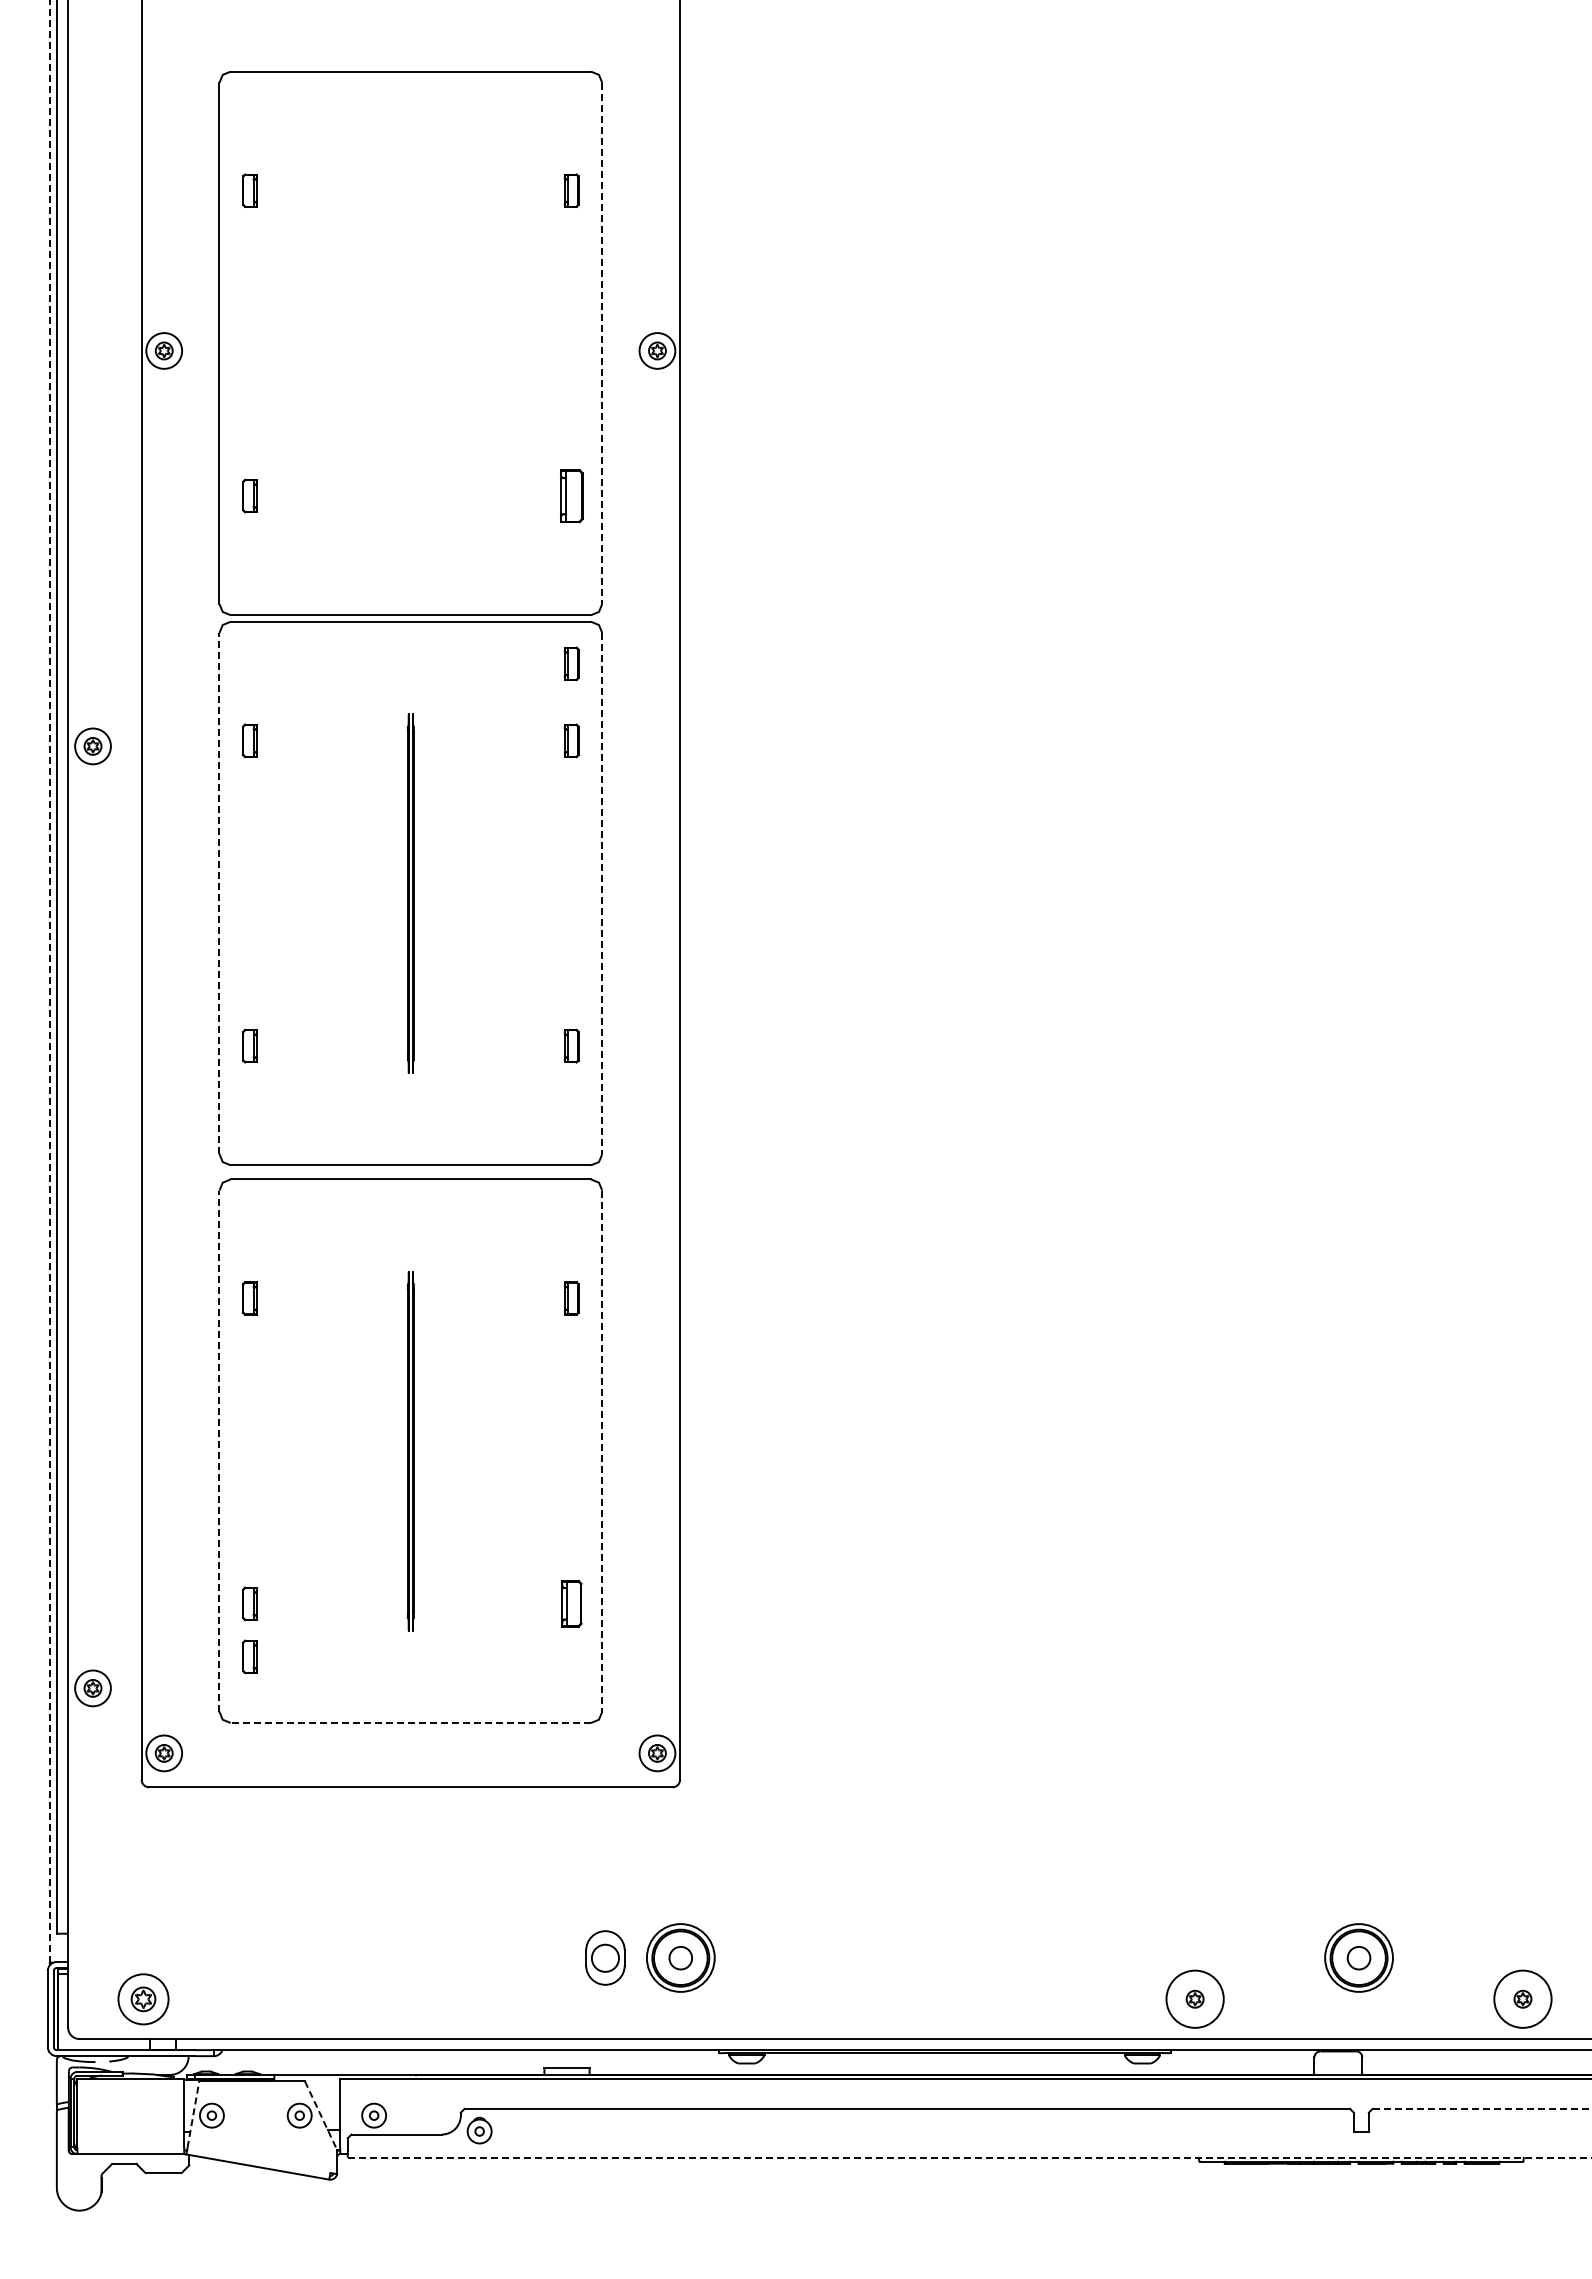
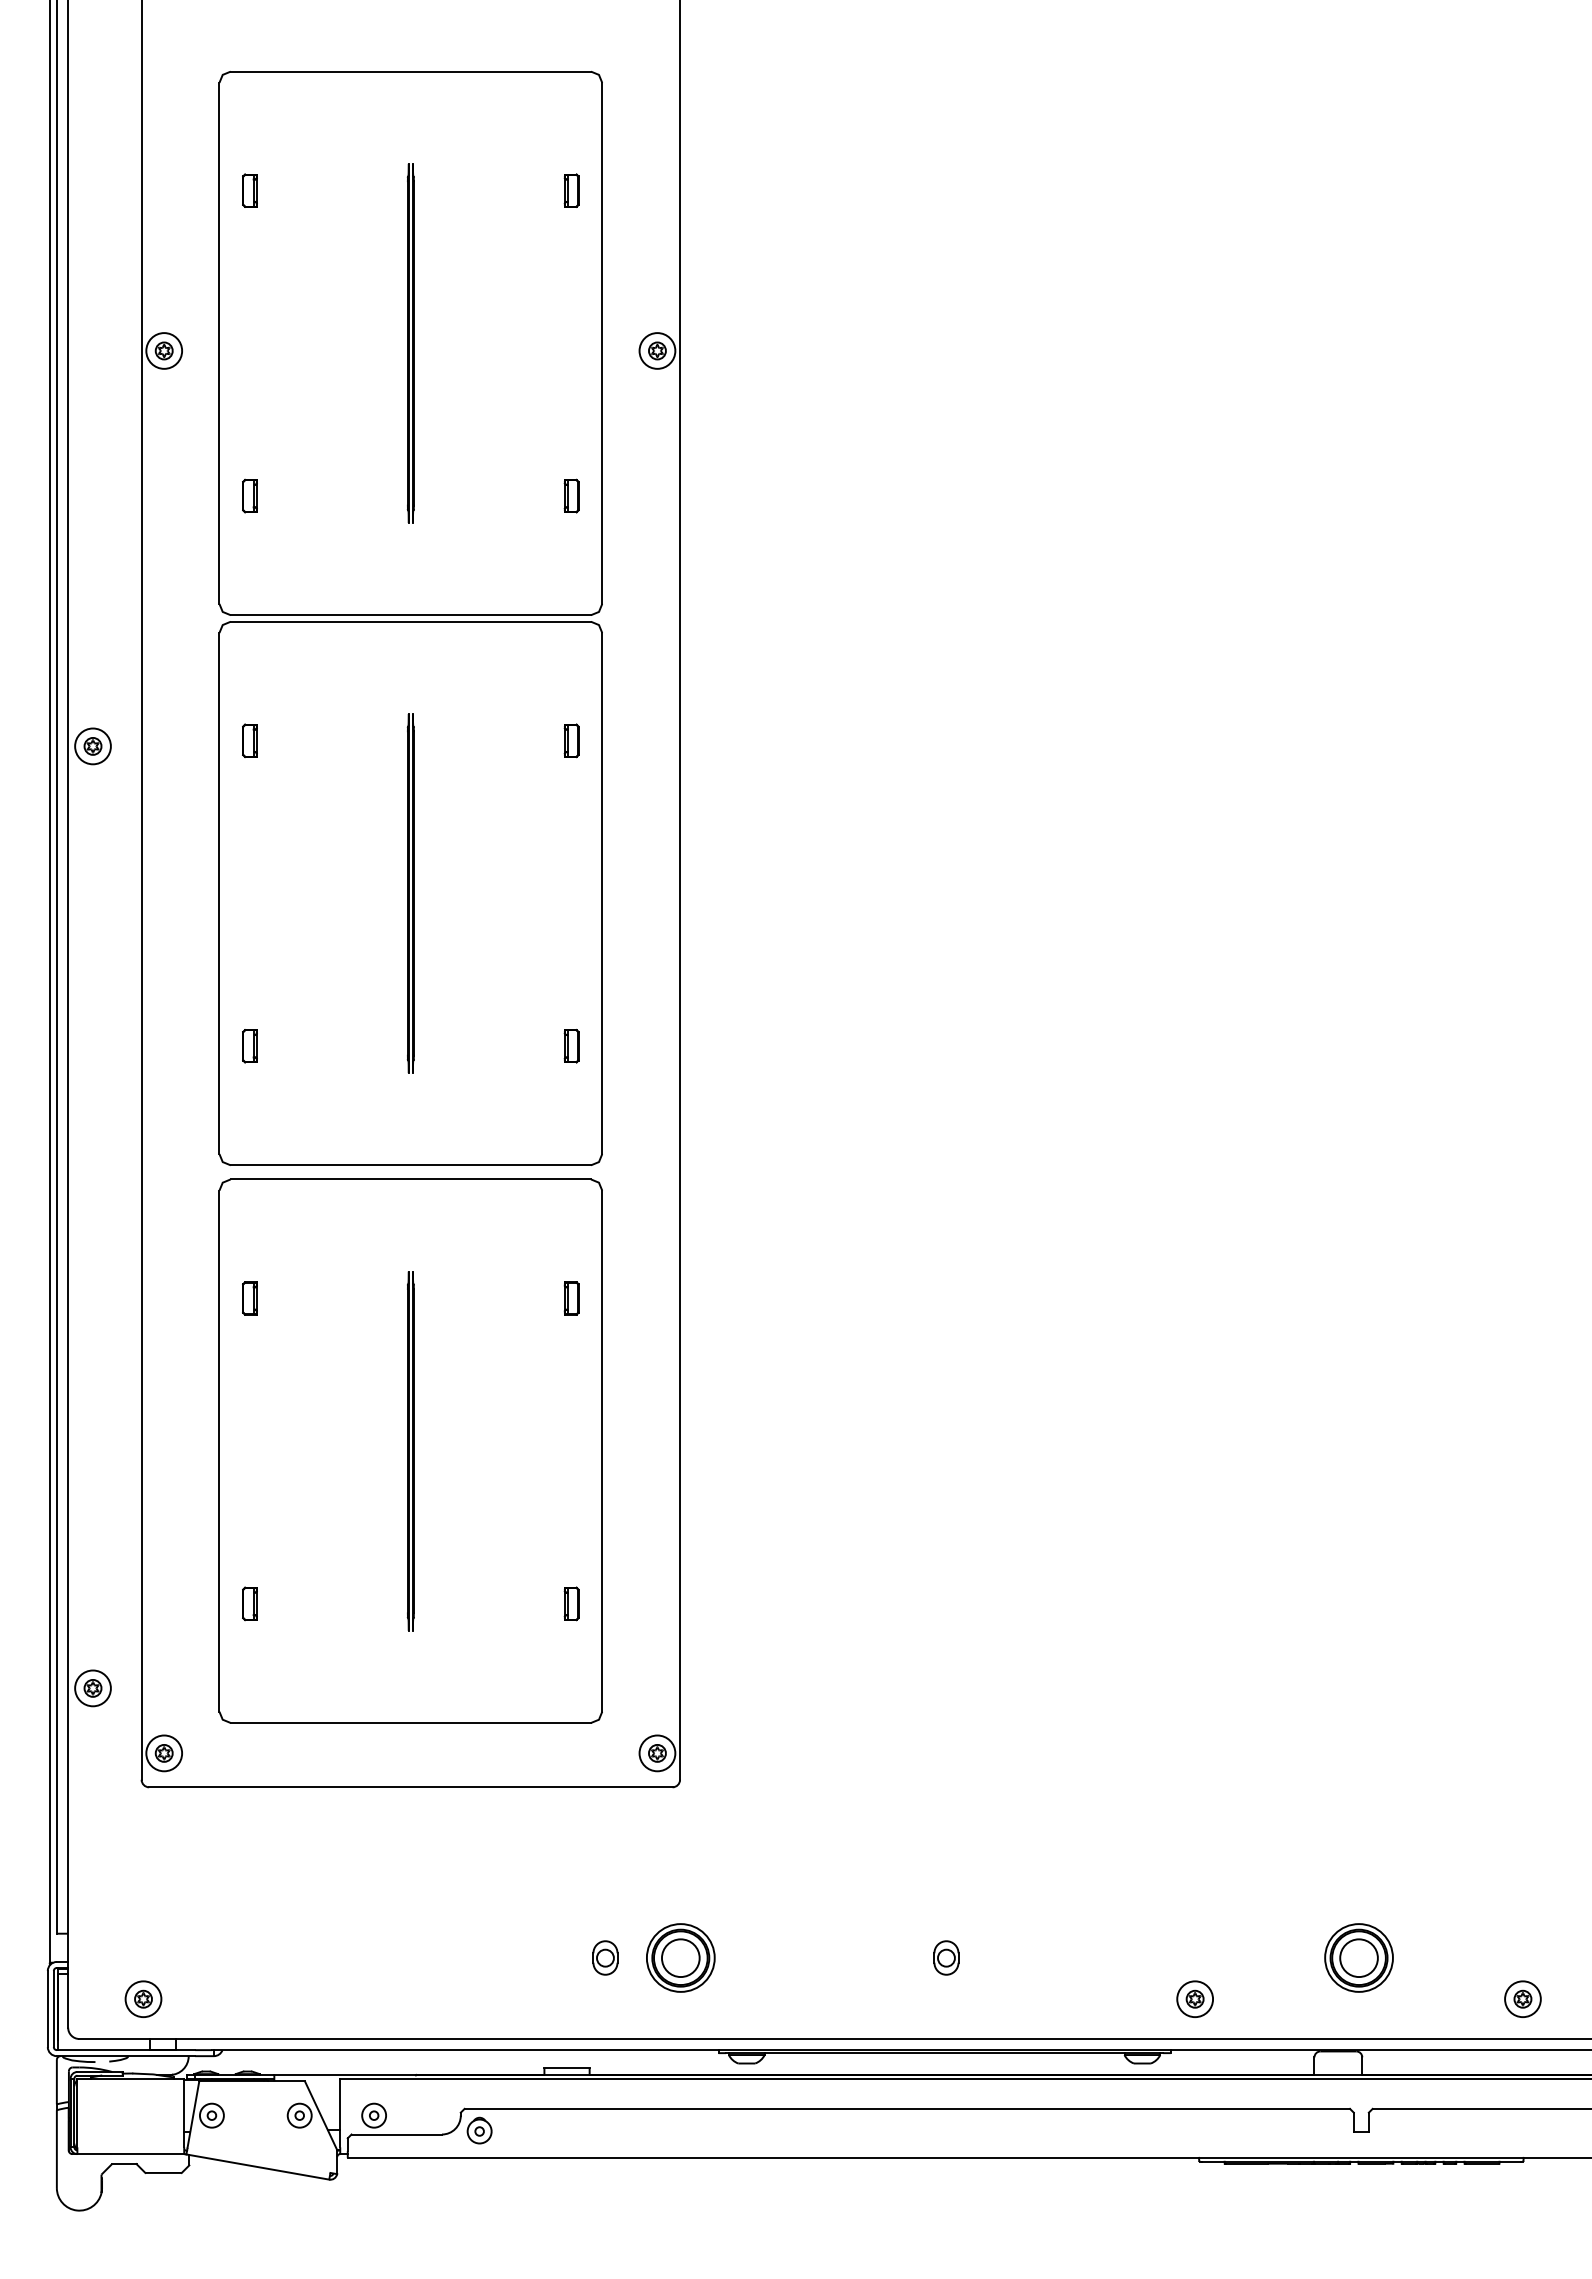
part at (410, 343): none -> present
line at (602, 343): dashed -> solid
part at (571, 496) size: 25x55 px -> 17x36 px
part at (571, 663): present -> none
line at (219, 893): dashed -> solid
line at (602, 893): dashed -> solid
line at (49, 980): dashed -> solid
line at (219, 1451): dashed -> solid
line at (602, 1451): dashed -> solid
part at (571, 1603) size: 22x48 px -> 17x36 px
part at (249, 1656): present -> none
line at (410, 1723): dashed -> solid
part at (605, 1957) size: 41x56 px -> 27x36 px
circle at (680, 1957) diameter: 23 px -> 38 px
part at (946, 1957): none -> present
circle at (1358, 1957) diameter: 23 px -> 38 px
circle at (1194, 1998) diameter: 57 px -> 36 px
circle at (1522, 1998) diameter: 57 px -> 36 px
part at (143, 1999) size: 53x53 px -> 39x38 px
line at (1482, 2108): dashed -> solid
line at (193, 2114): dashed -> solid
line at (321, 2115): dashed -> solid
line at (969, 2157): dashed -> solid
